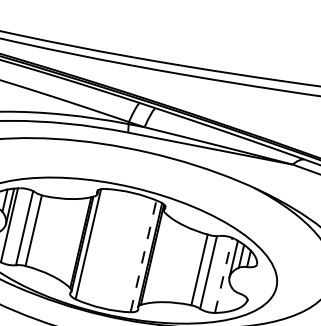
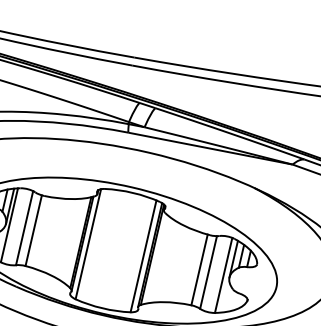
line at (143, 255): dashed -> solid
line at (223, 275): dashed -> solid
